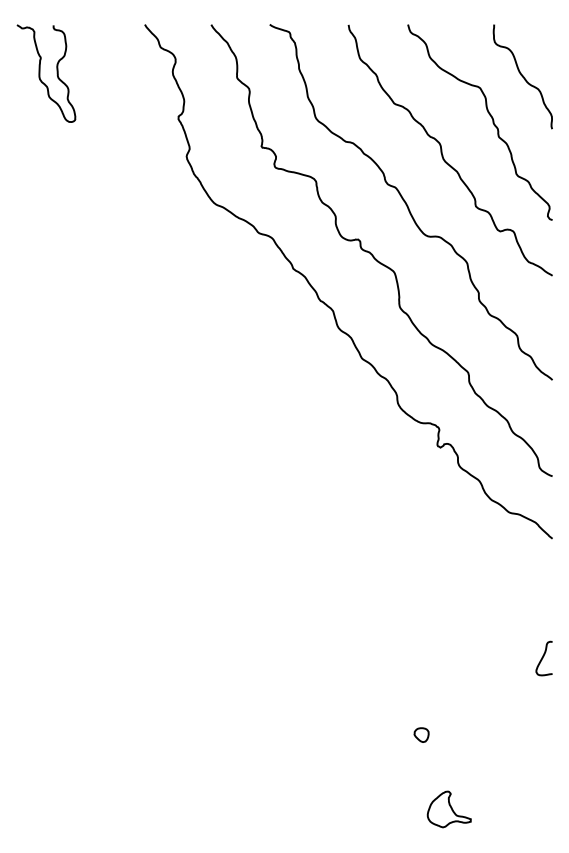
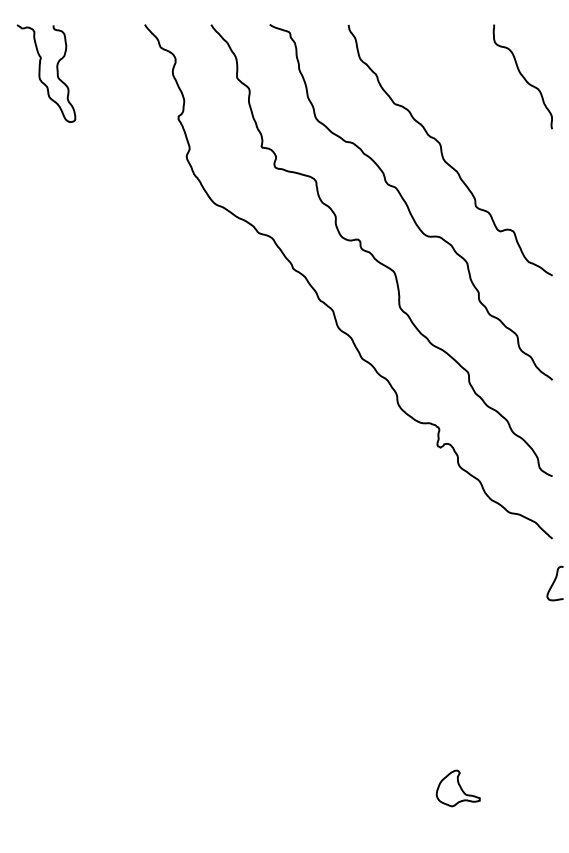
curve at (489, 115): present -> none
curve at (543, 658) position: (543, 658) -> (554, 583)
part at (421, 734): present -> none
part at (448, 809) position: (448, 809) -> (457, 788)
